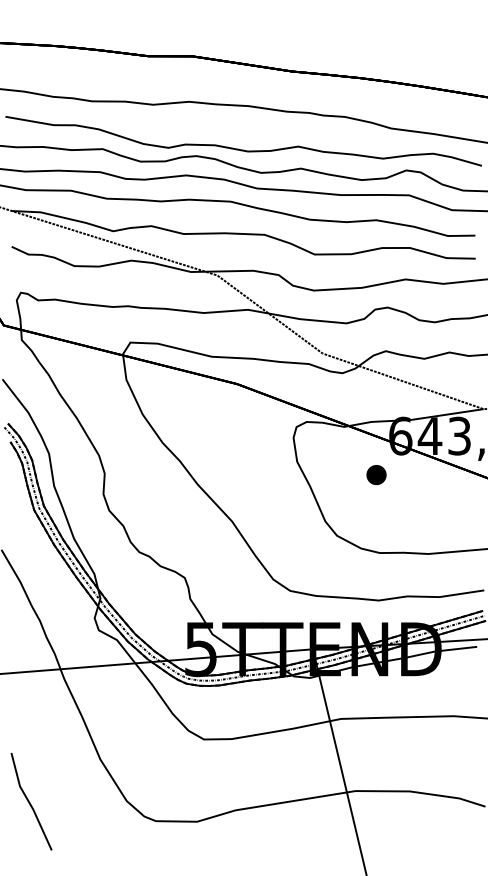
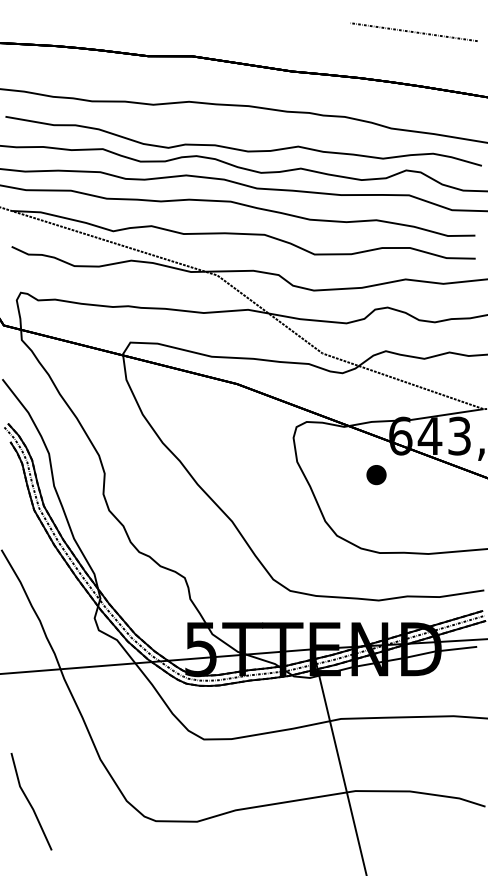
curve at (413, 31): none -> present
